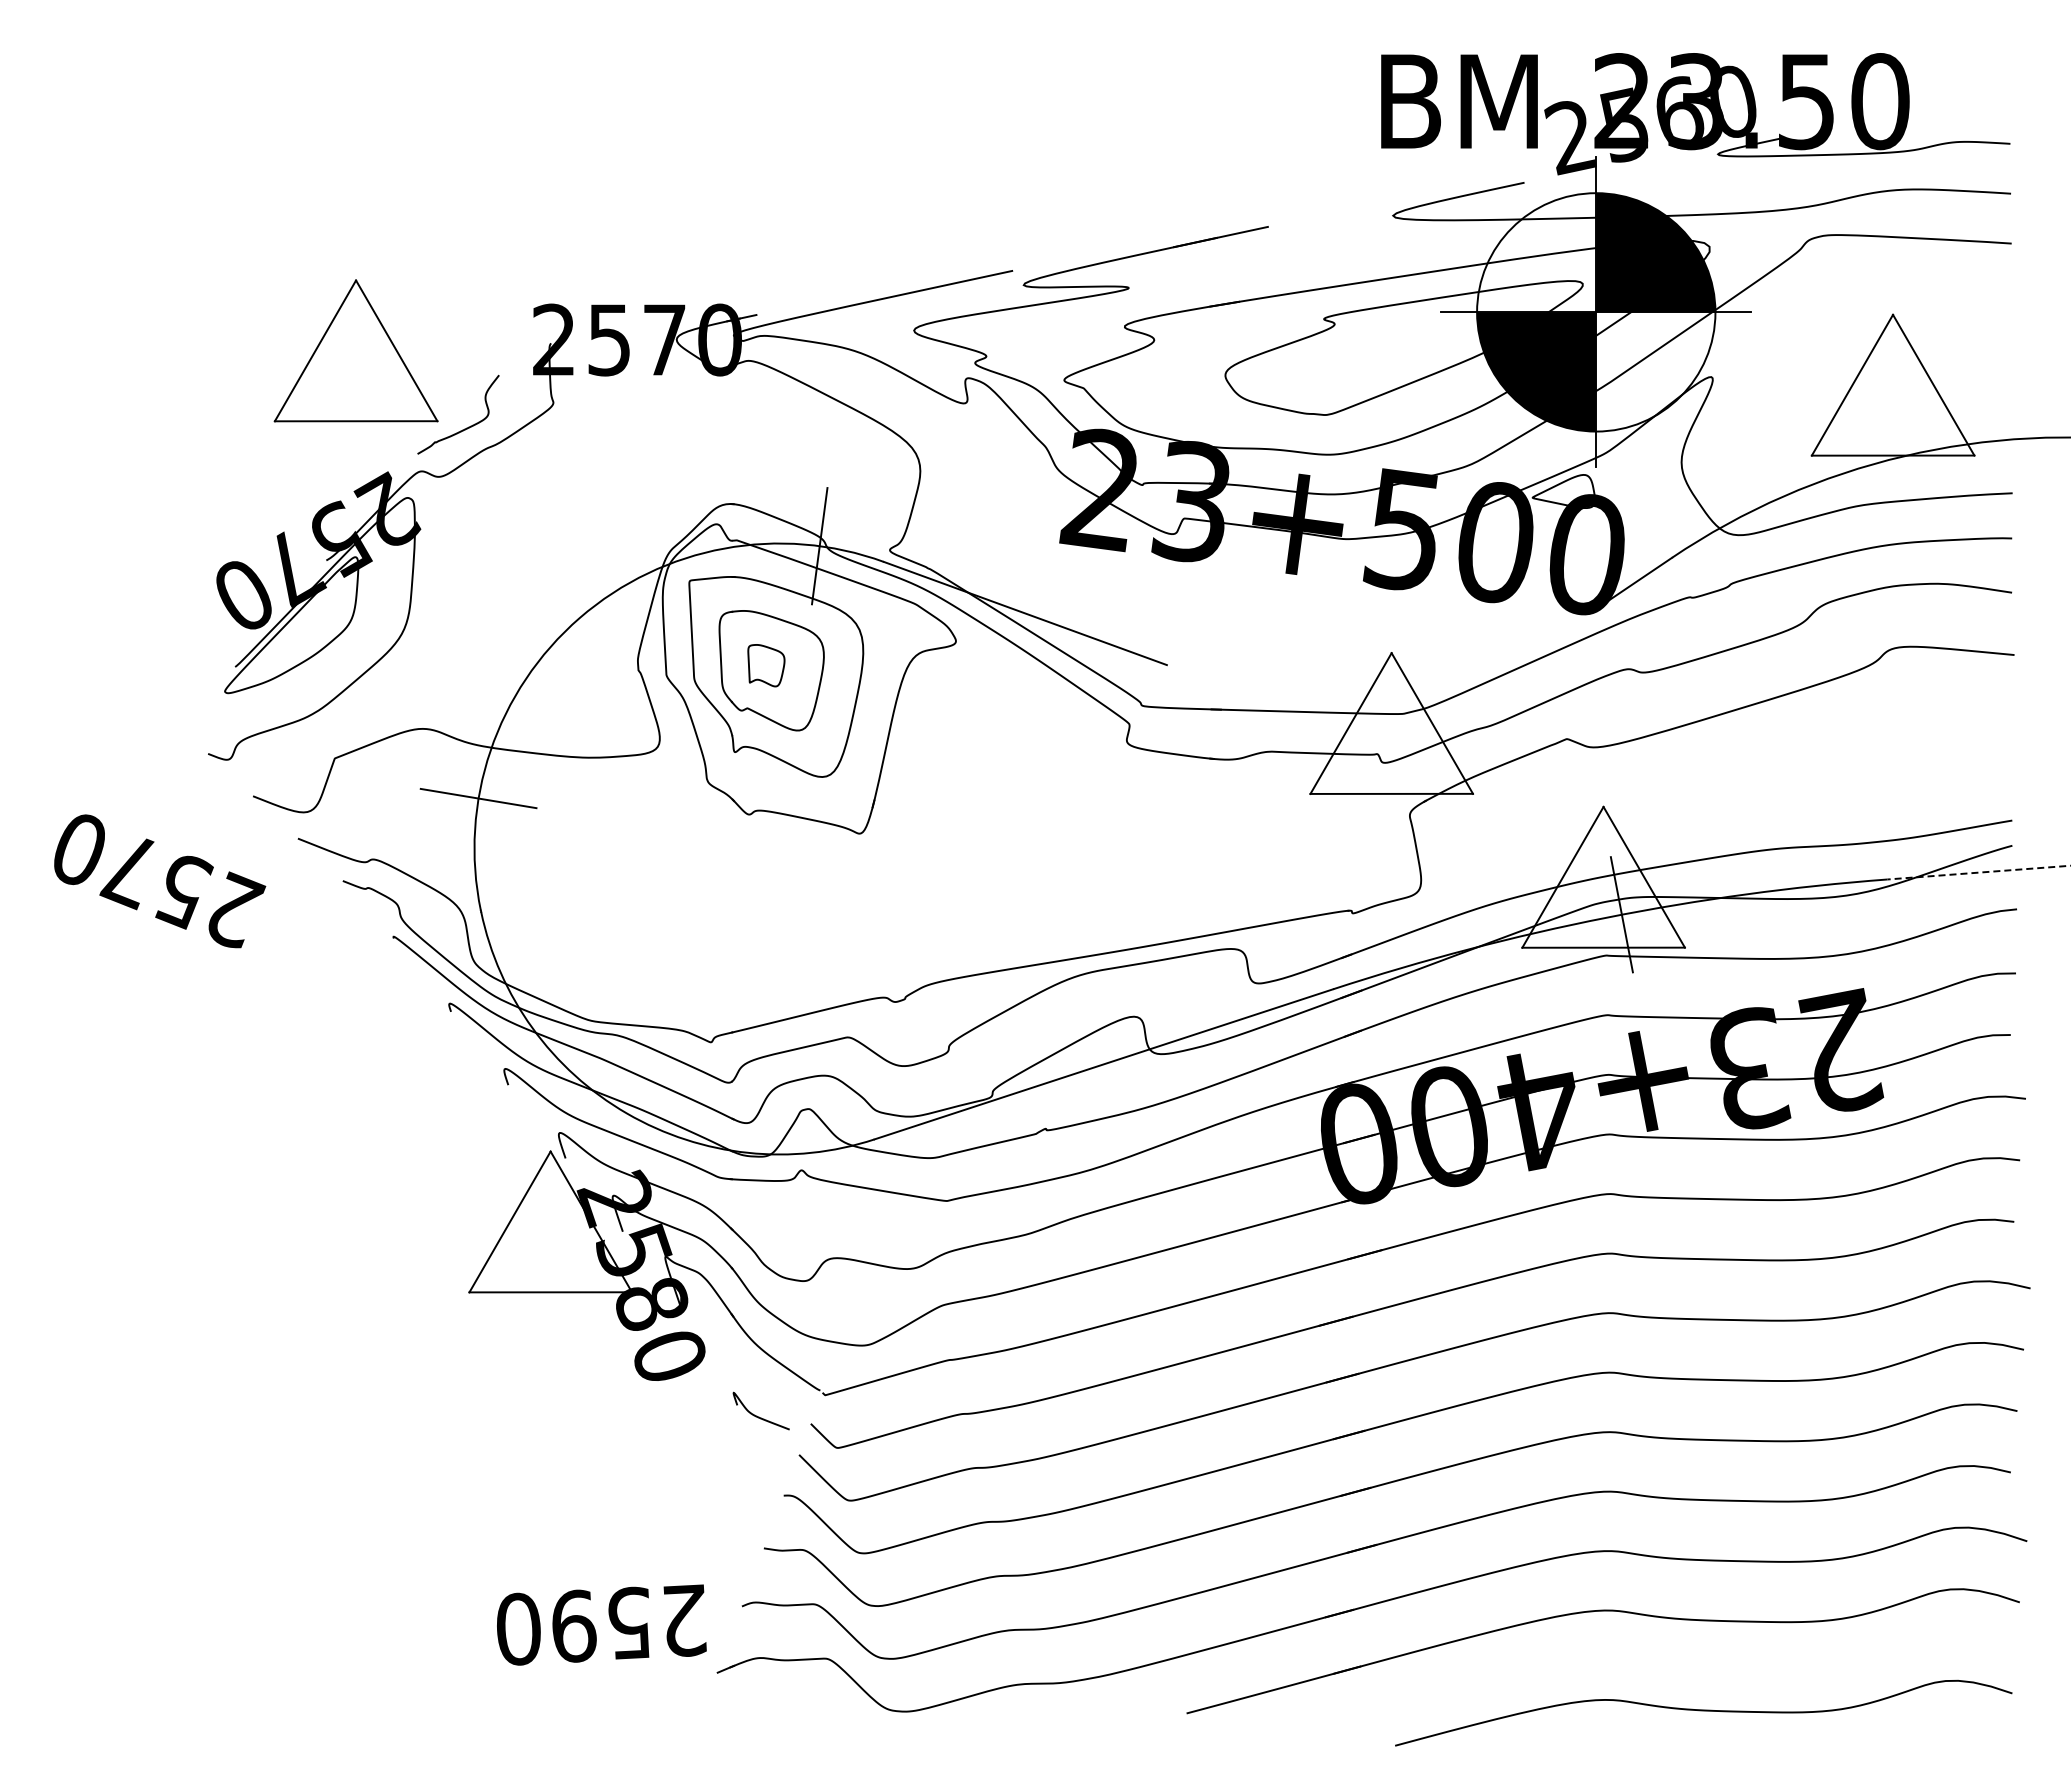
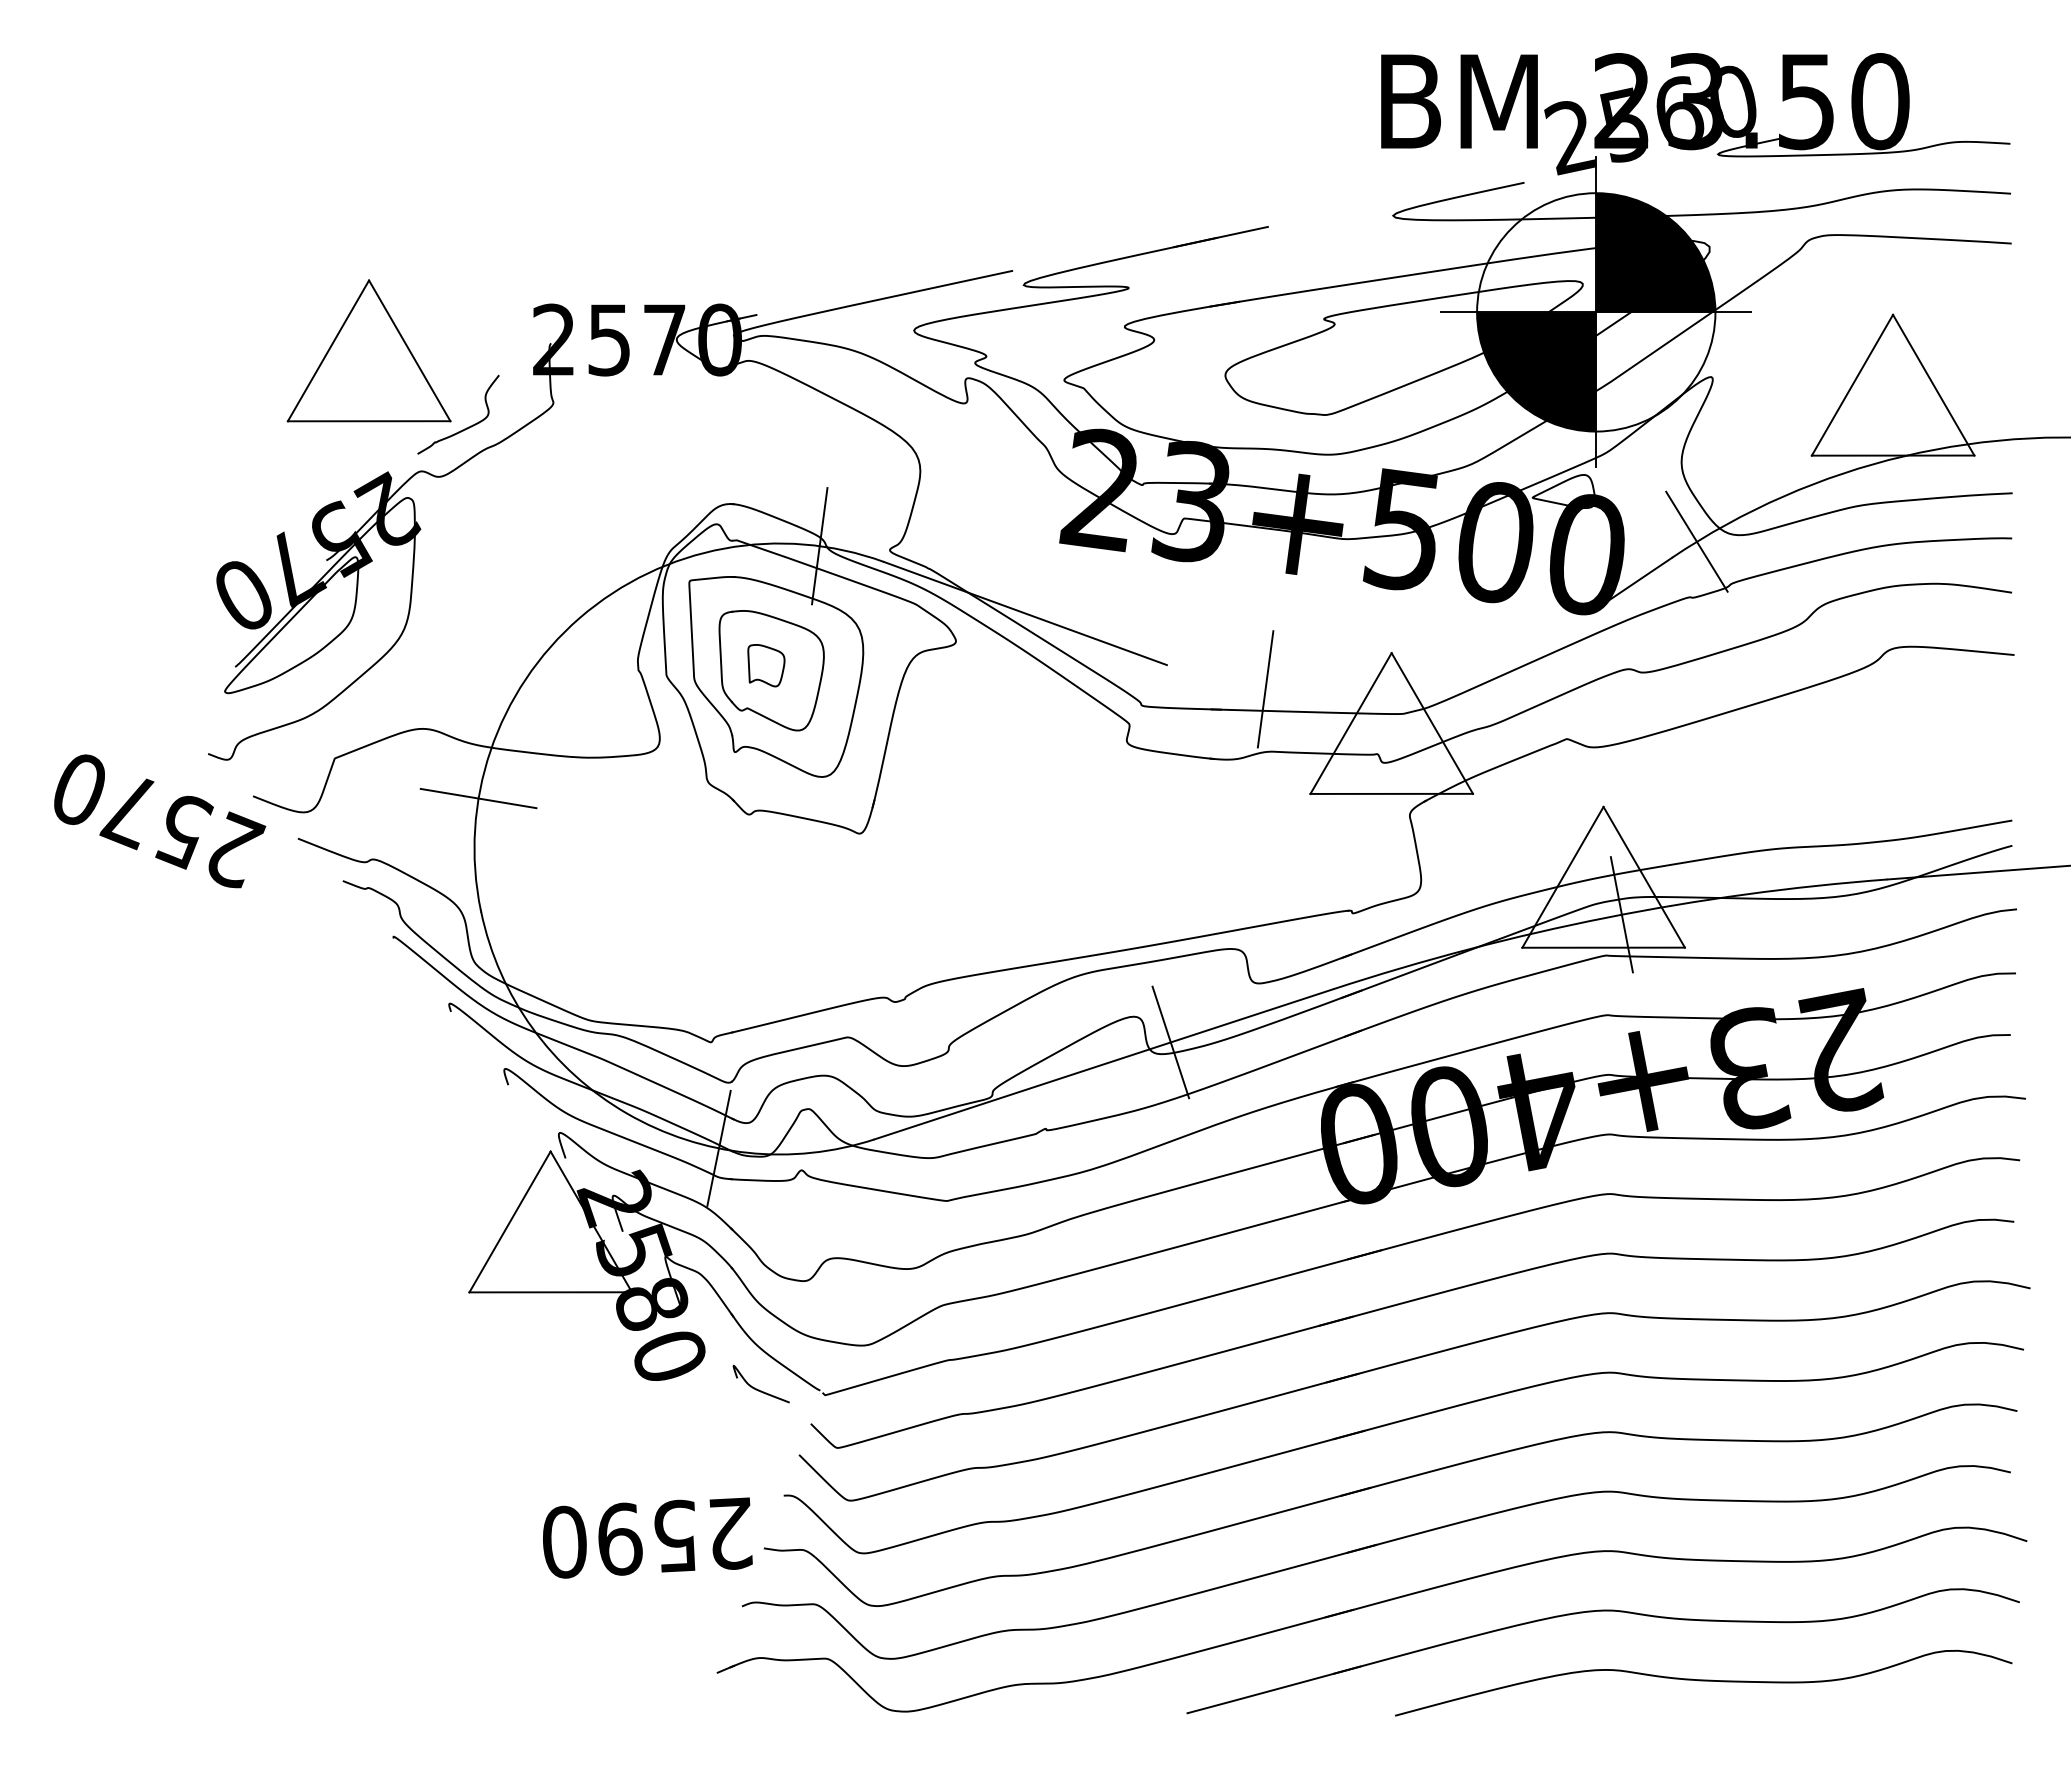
part at (355, 350) position: (355, 350) -> (368, 350)
line at (1696, 541): none -> present
line at (1265, 689): none -> present
line at (1978, 872): dashed -> solid
text at (160, 881) position: (160, 881) -> (160, 821)
line at (1170, 1042): none -> present
line at (718, 1147): none -> present
curve at (759, 1416) position: (759, 1416) -> (759, 1389)
text at (601, 1624) position: (601, 1624) -> (647, 1537)
curve at (1703, 1711) position: (1703, 1711) -> (1703, 1681)
